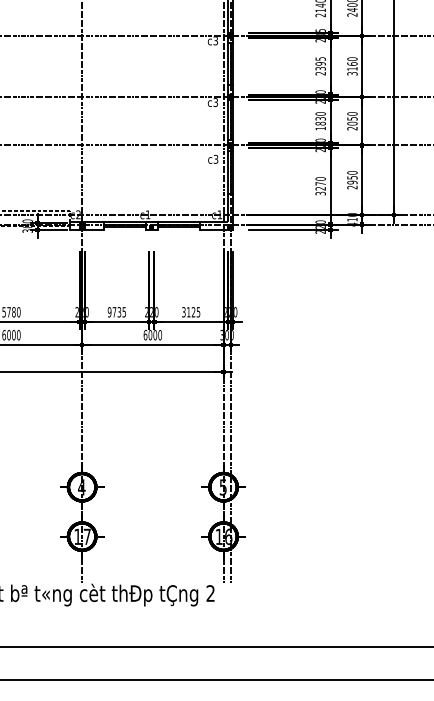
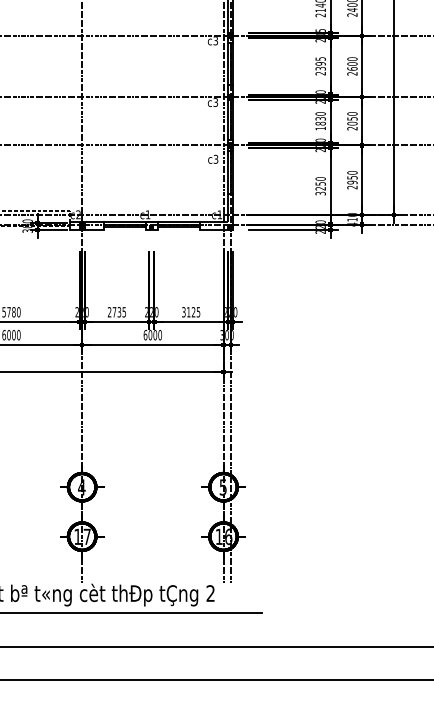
text at (352, 68): 3160 -> 2600
text at (320, 183): 3270 -> 3250
text at (109, 312): 9735 -> 2735
line at (131, 613): none -> present
